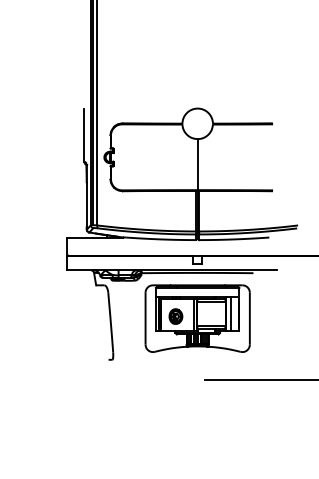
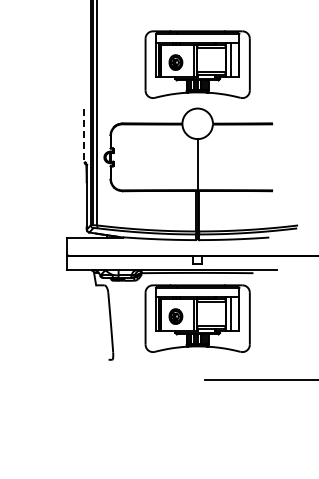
part at (197, 64): none -> present
line at (84, 136): solid -> dashed
